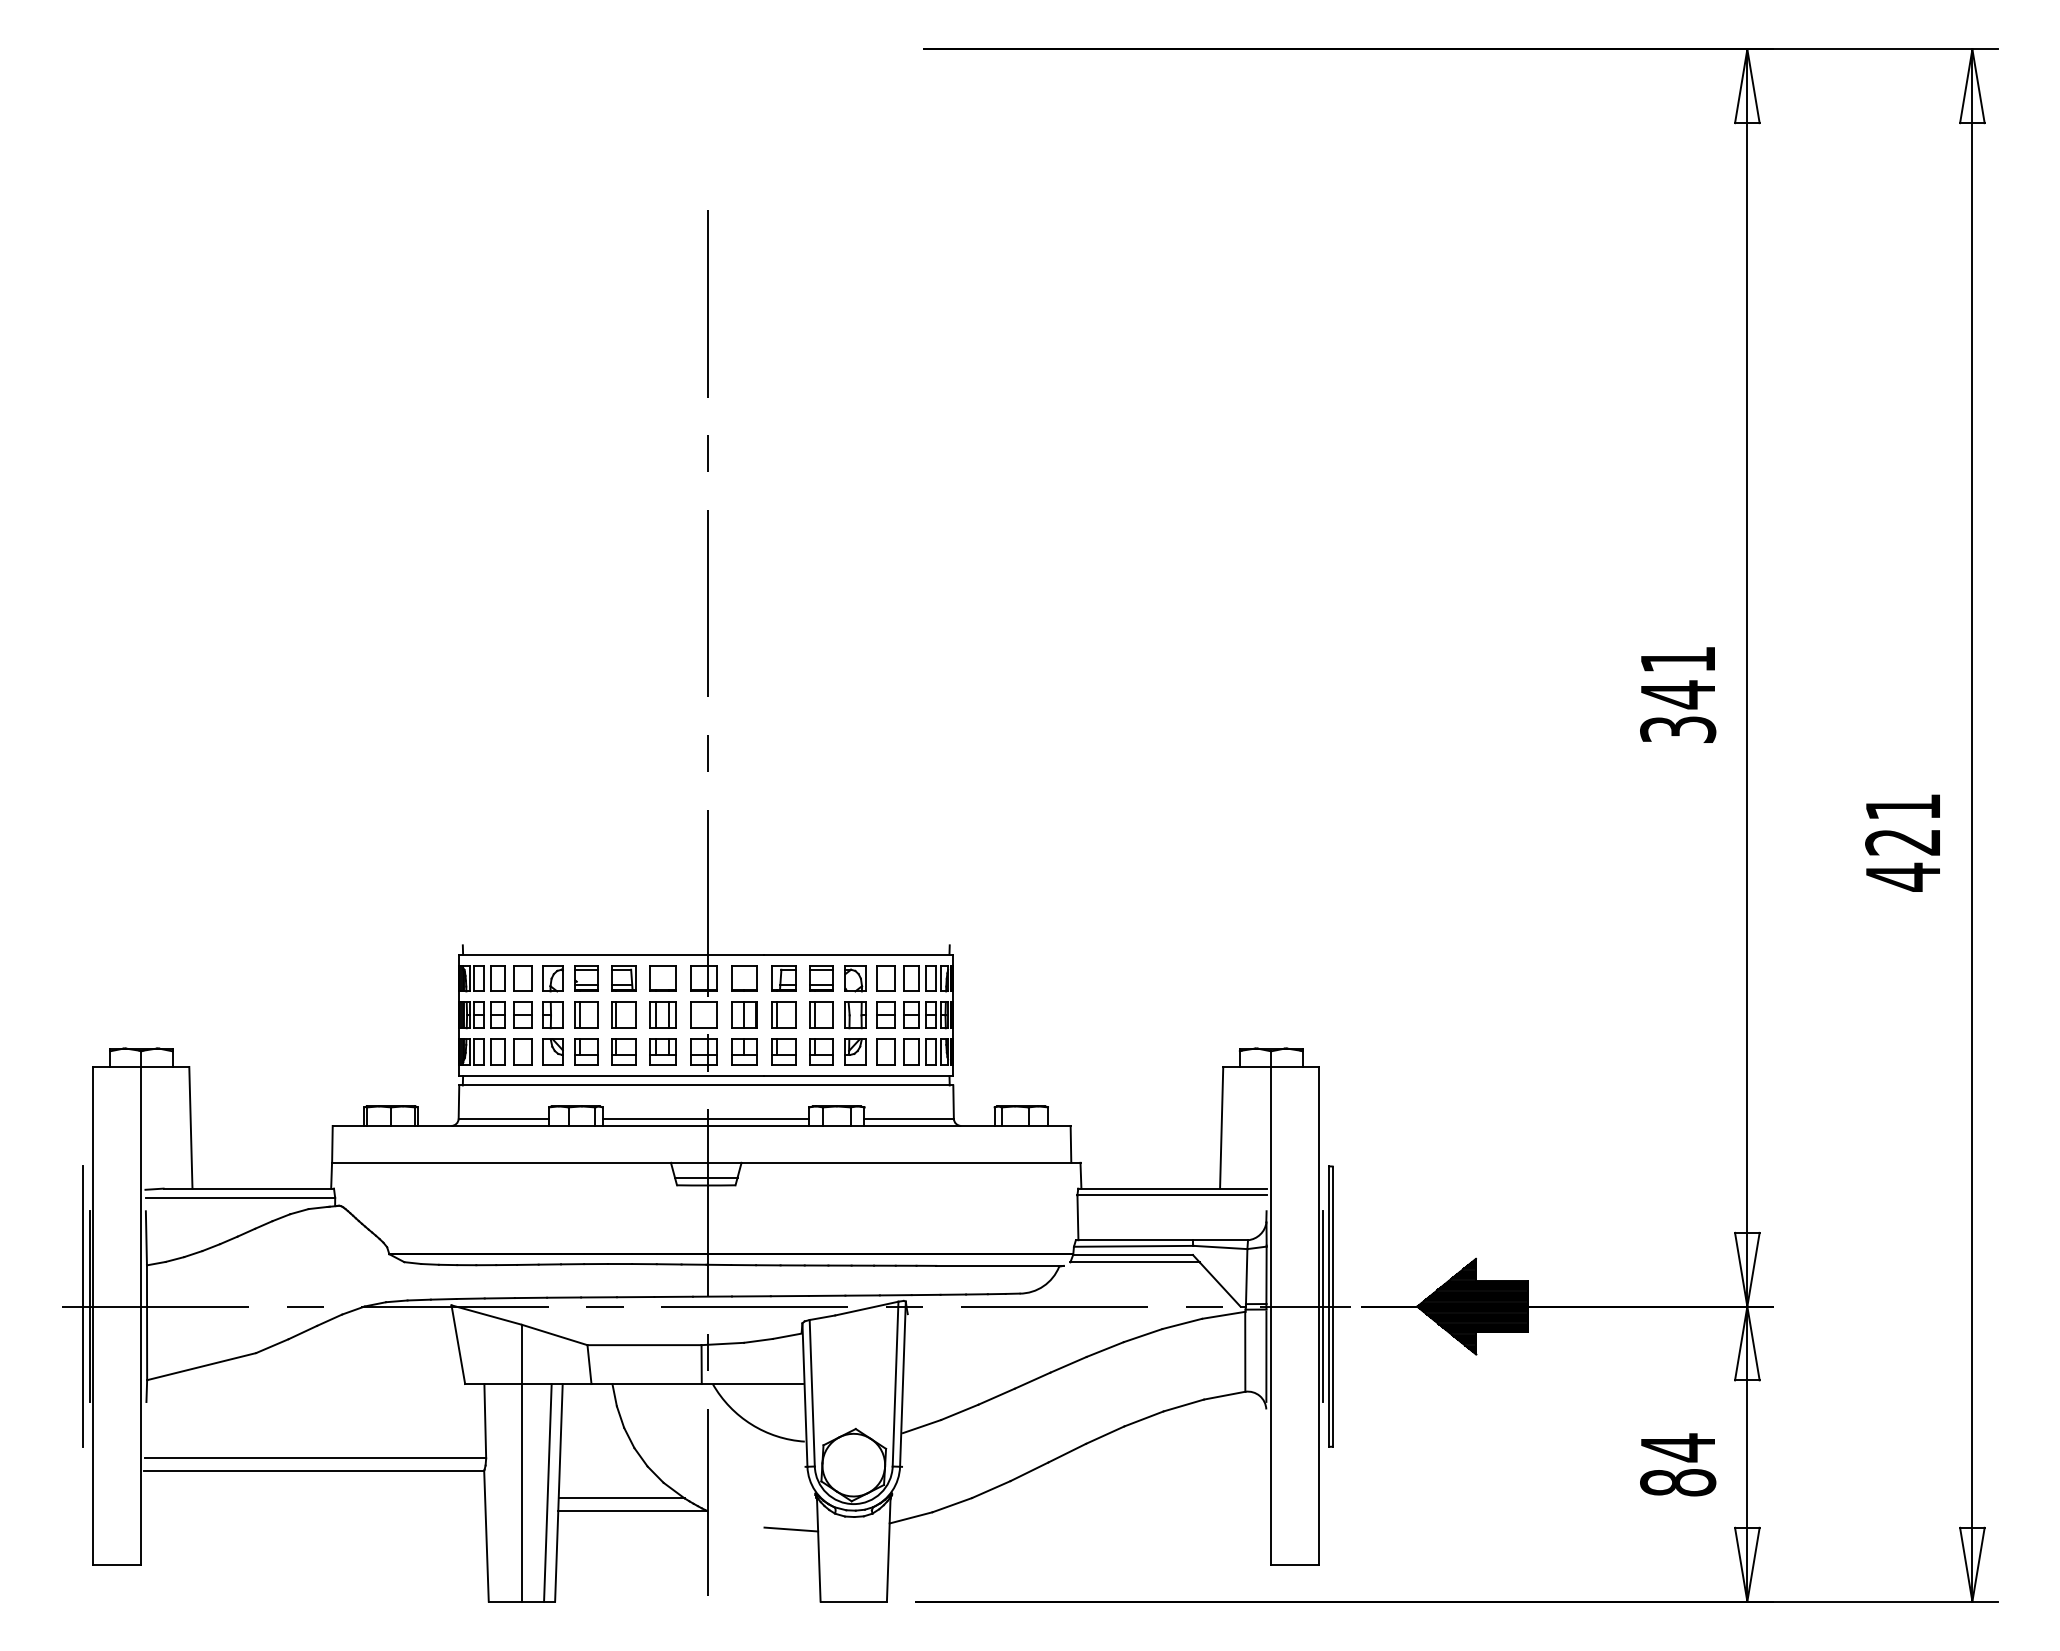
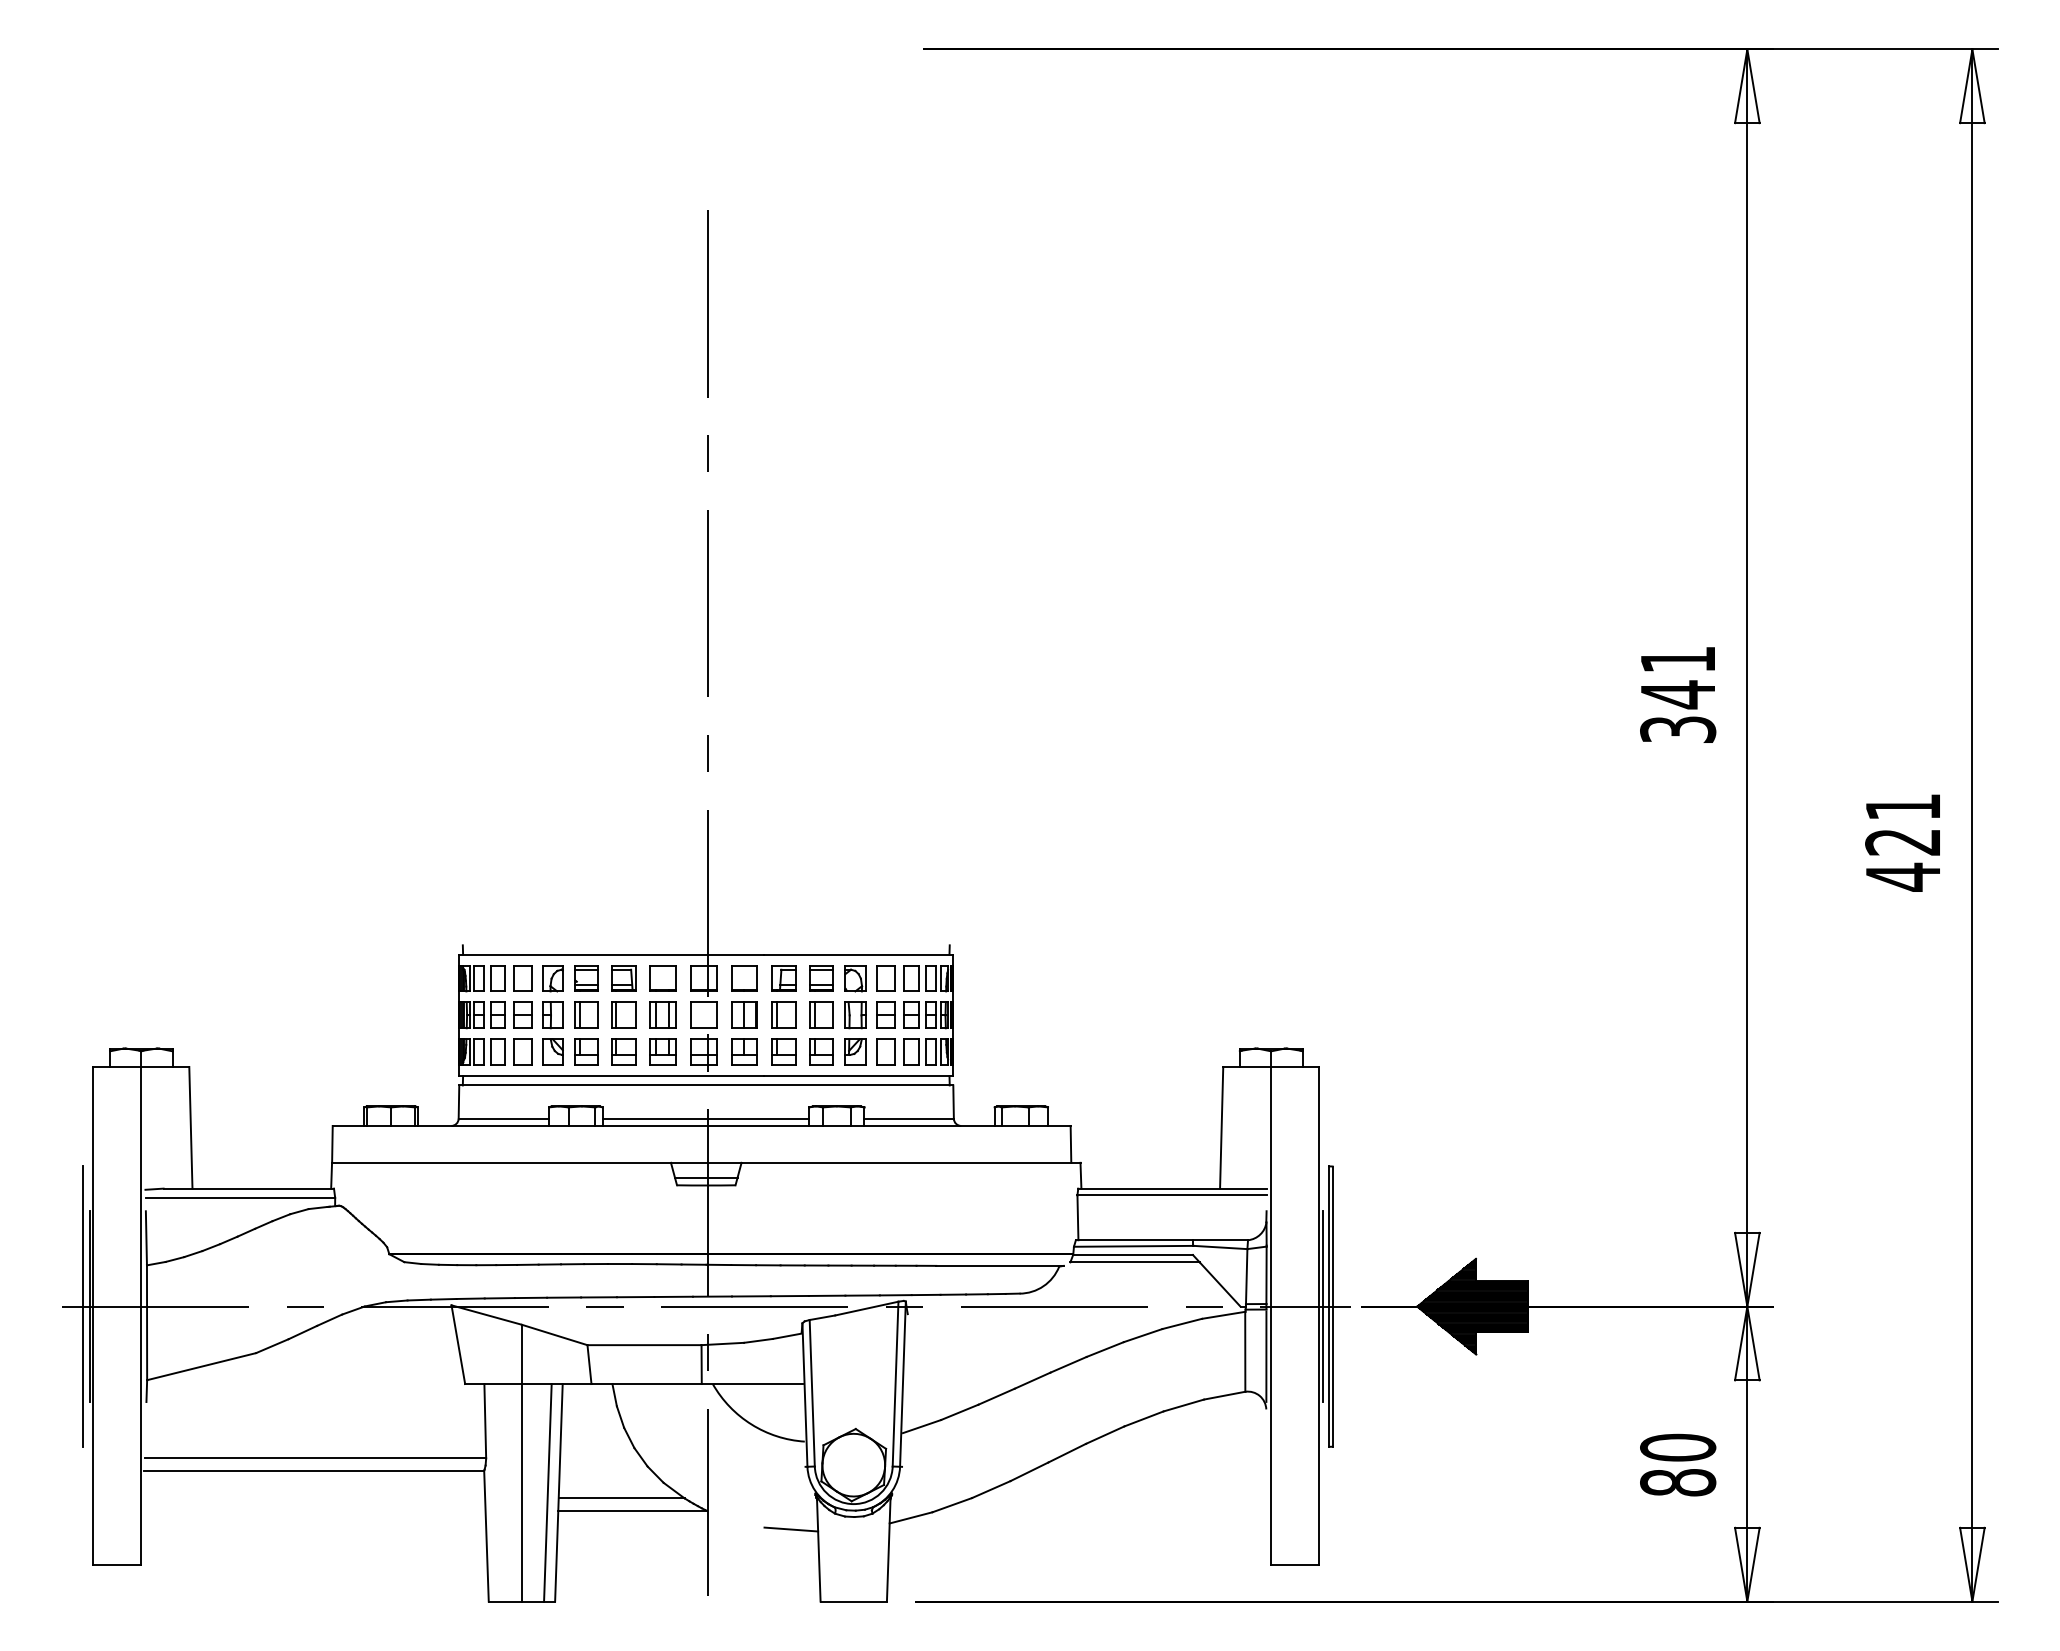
text at (1678, 1447): 84 -> 80
